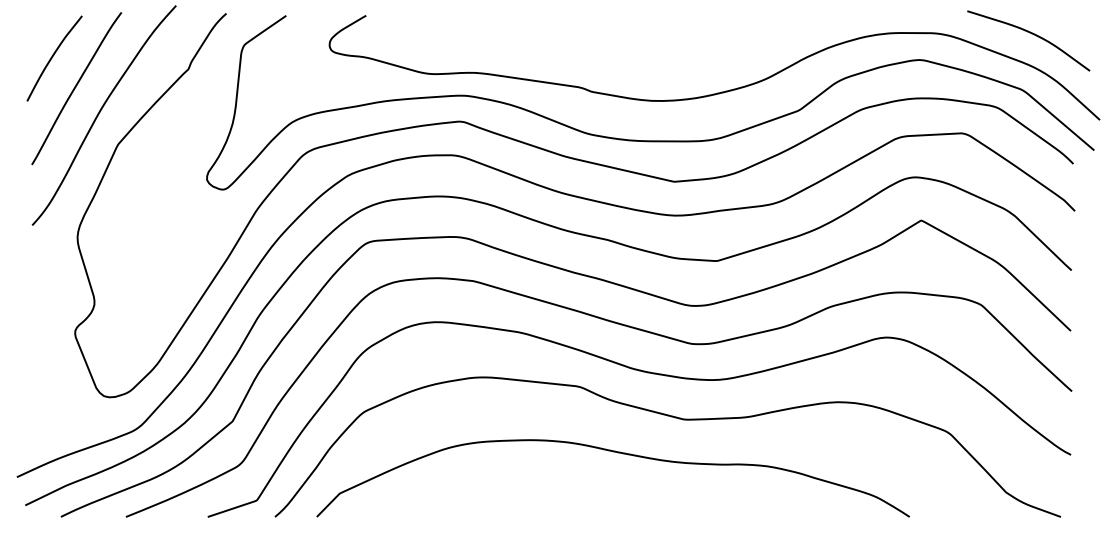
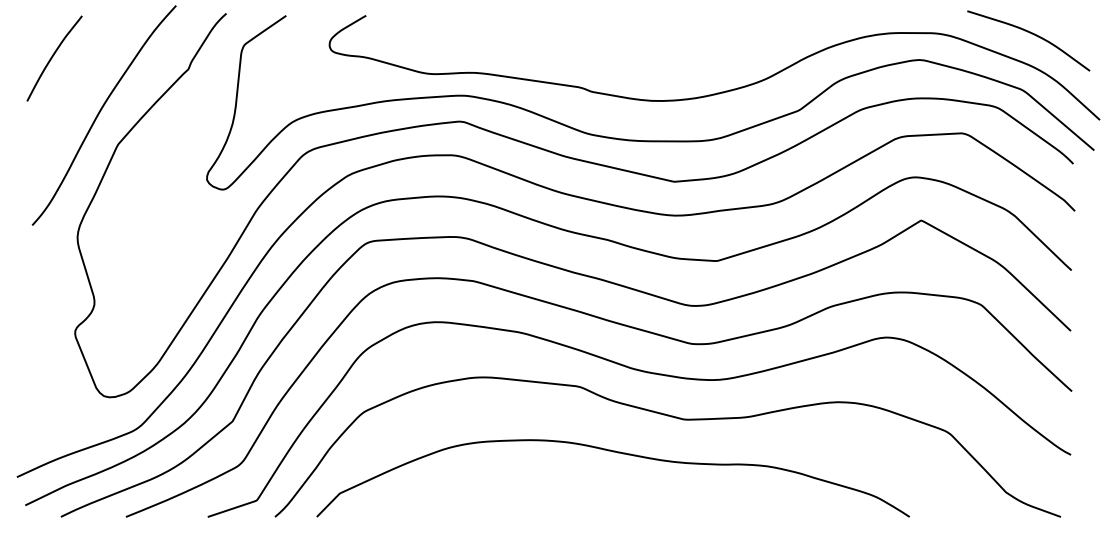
curve at (76, 87): present -> none
